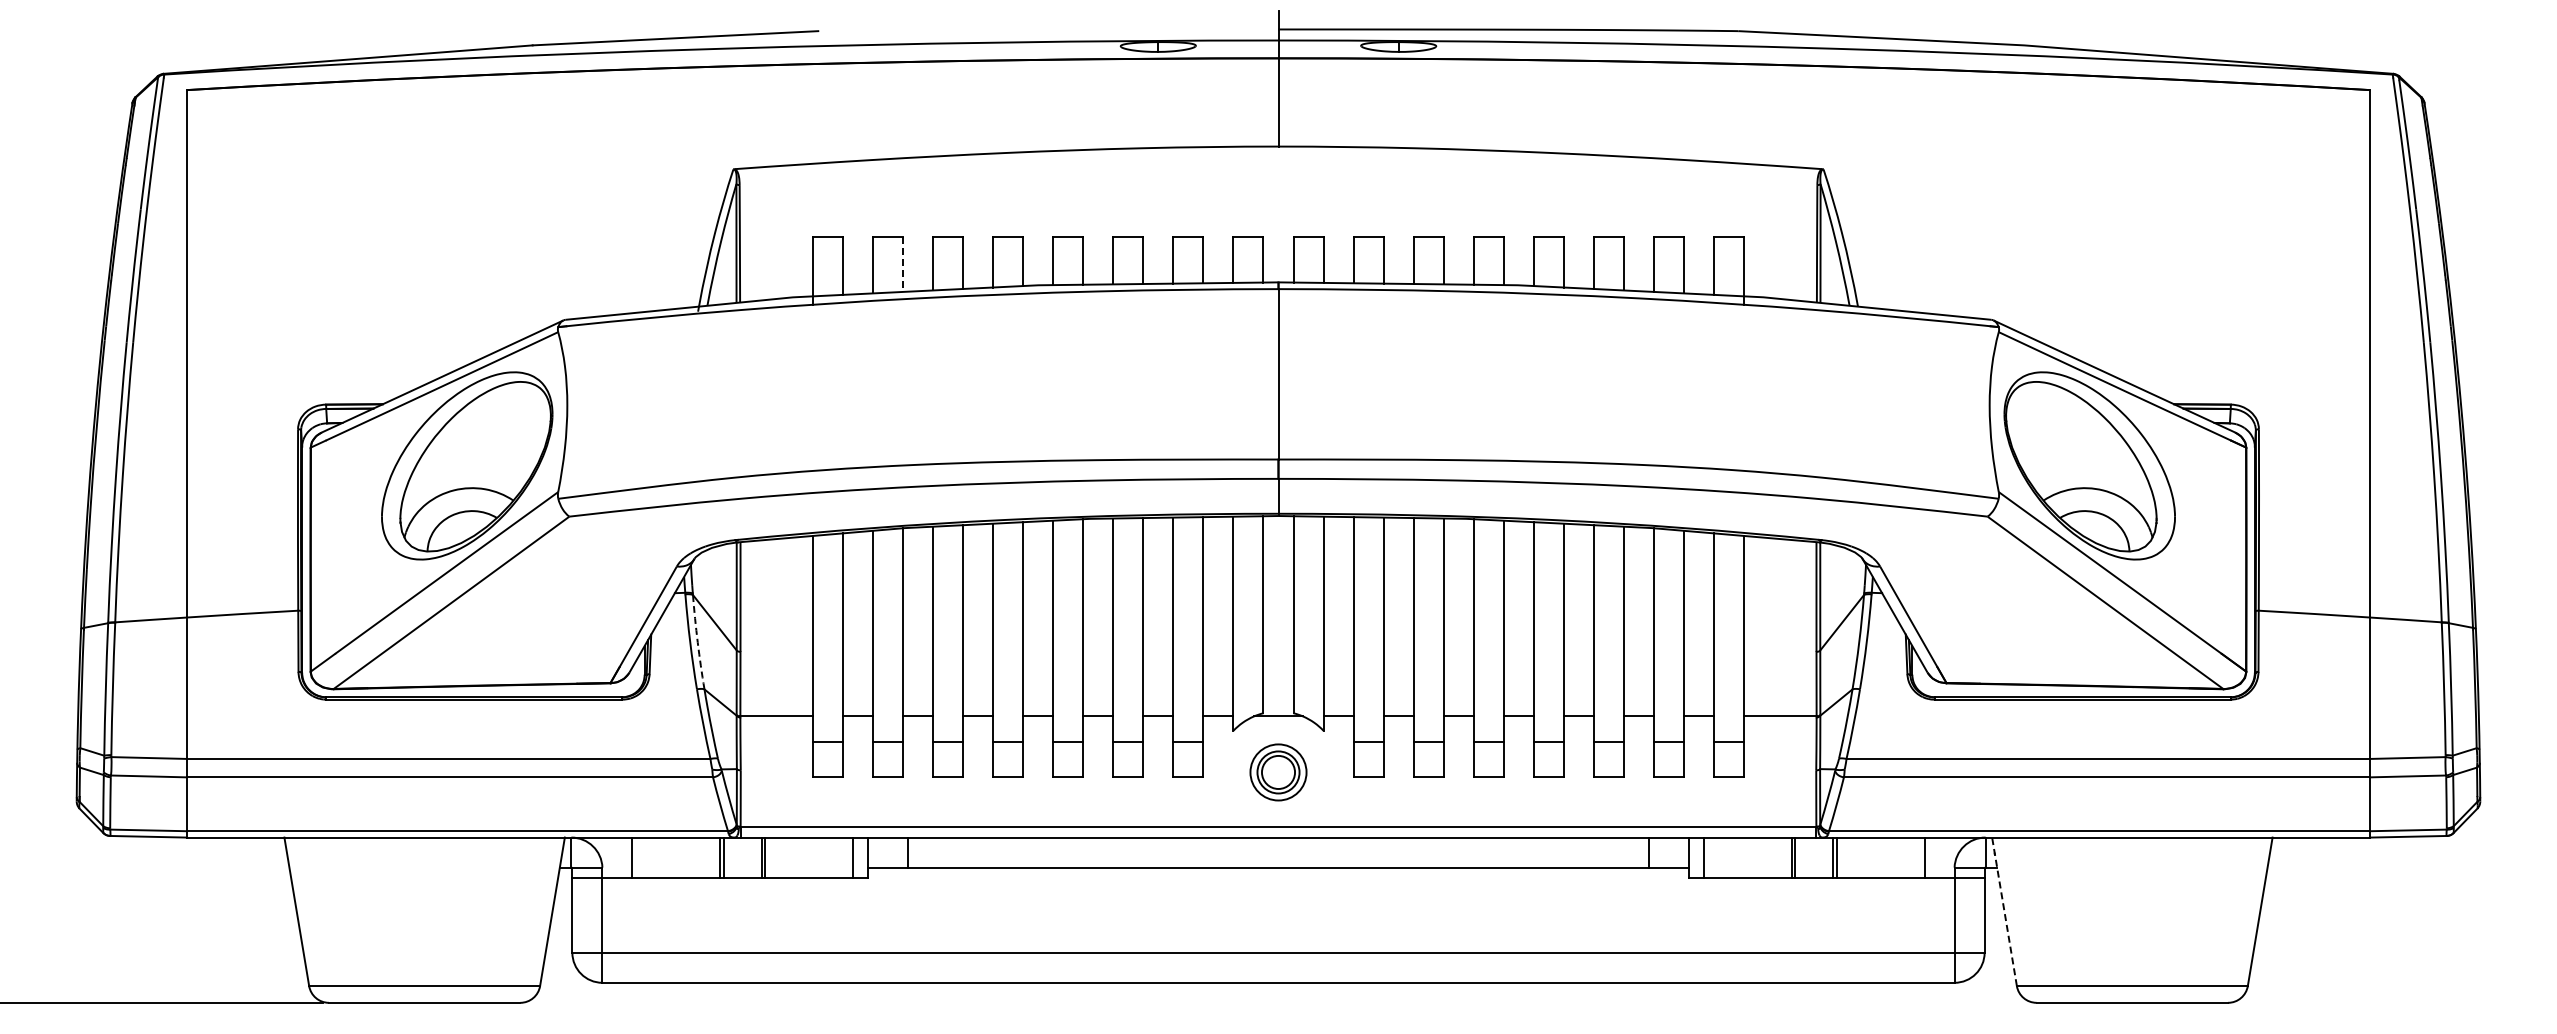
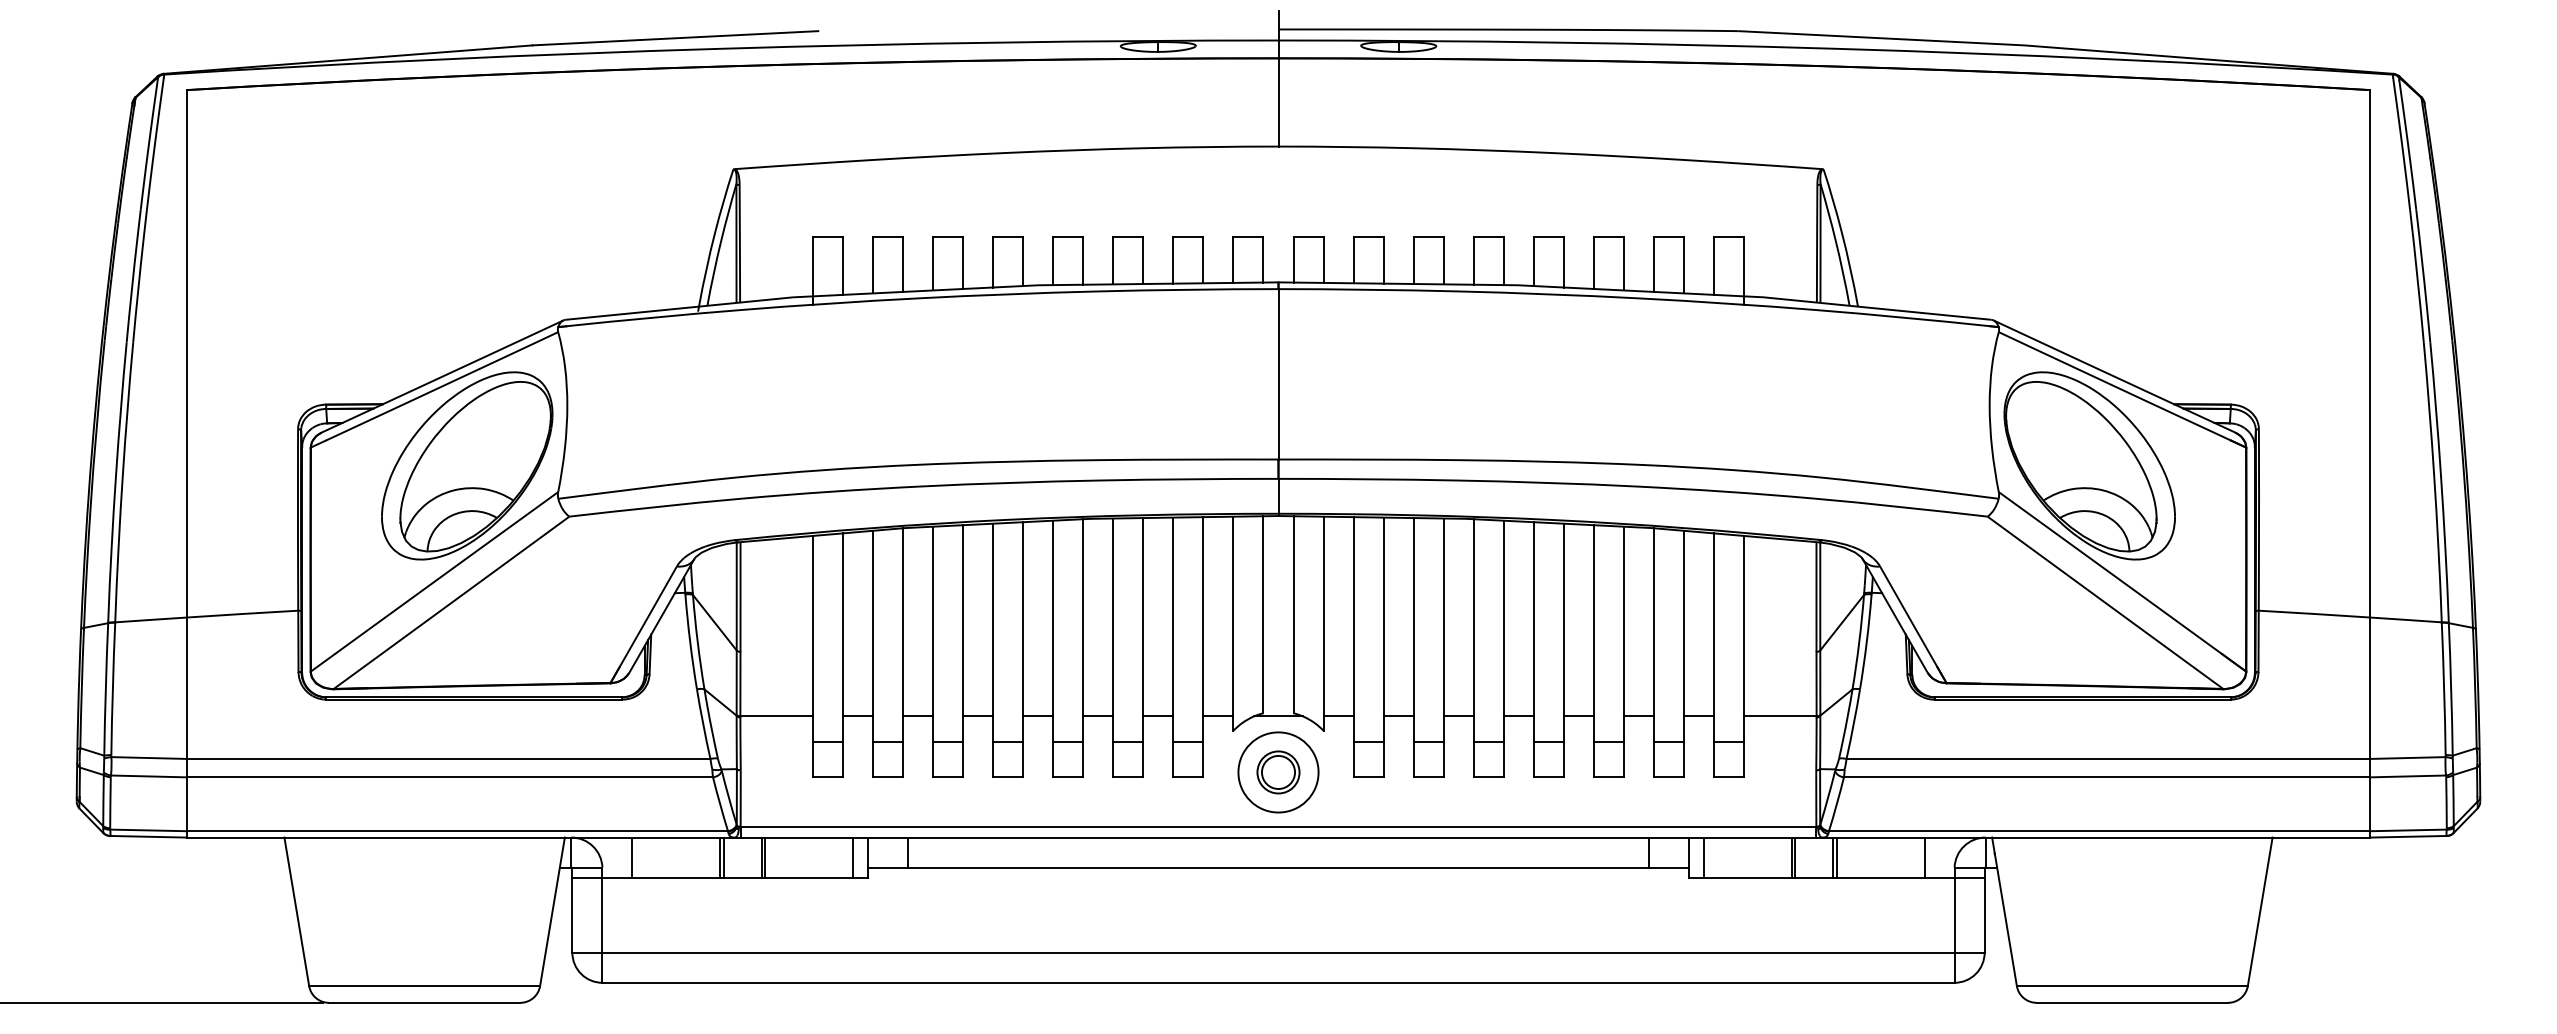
line at (902, 264): dashed -> solid
arc at (697, 642): dashed -> solid
circle at (1278, 772) diameter: 56 px -> 80 px
line at (2004, 911): dashed -> solid
